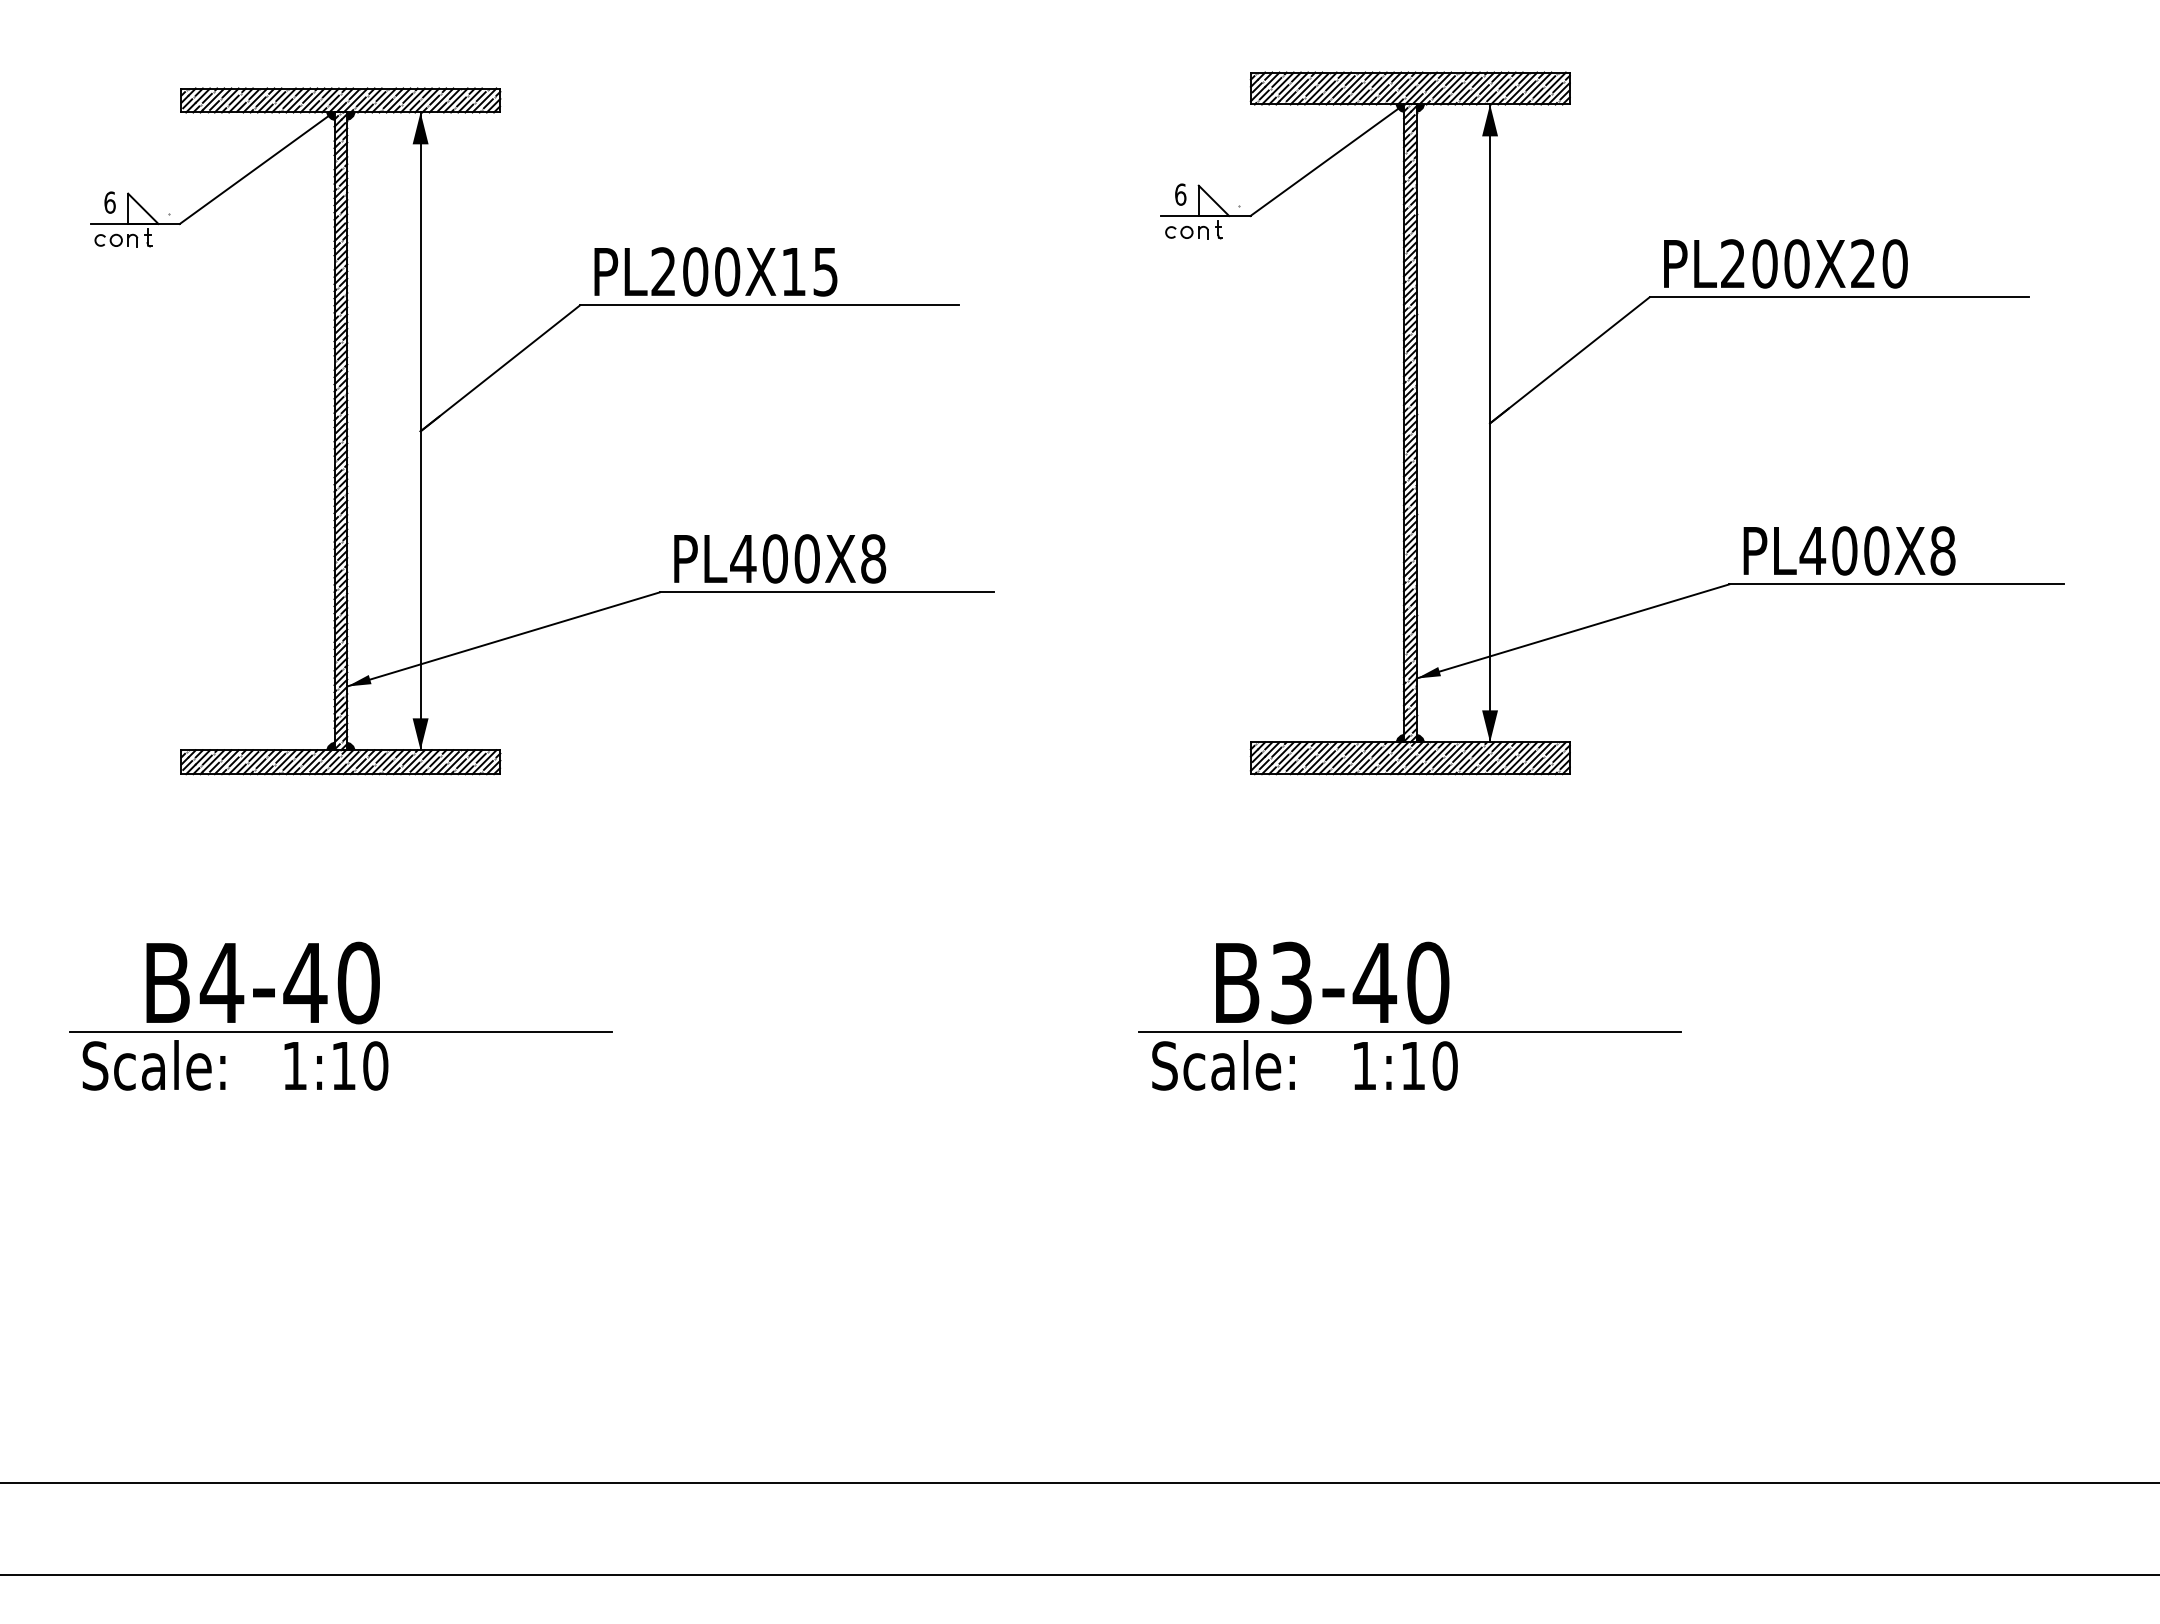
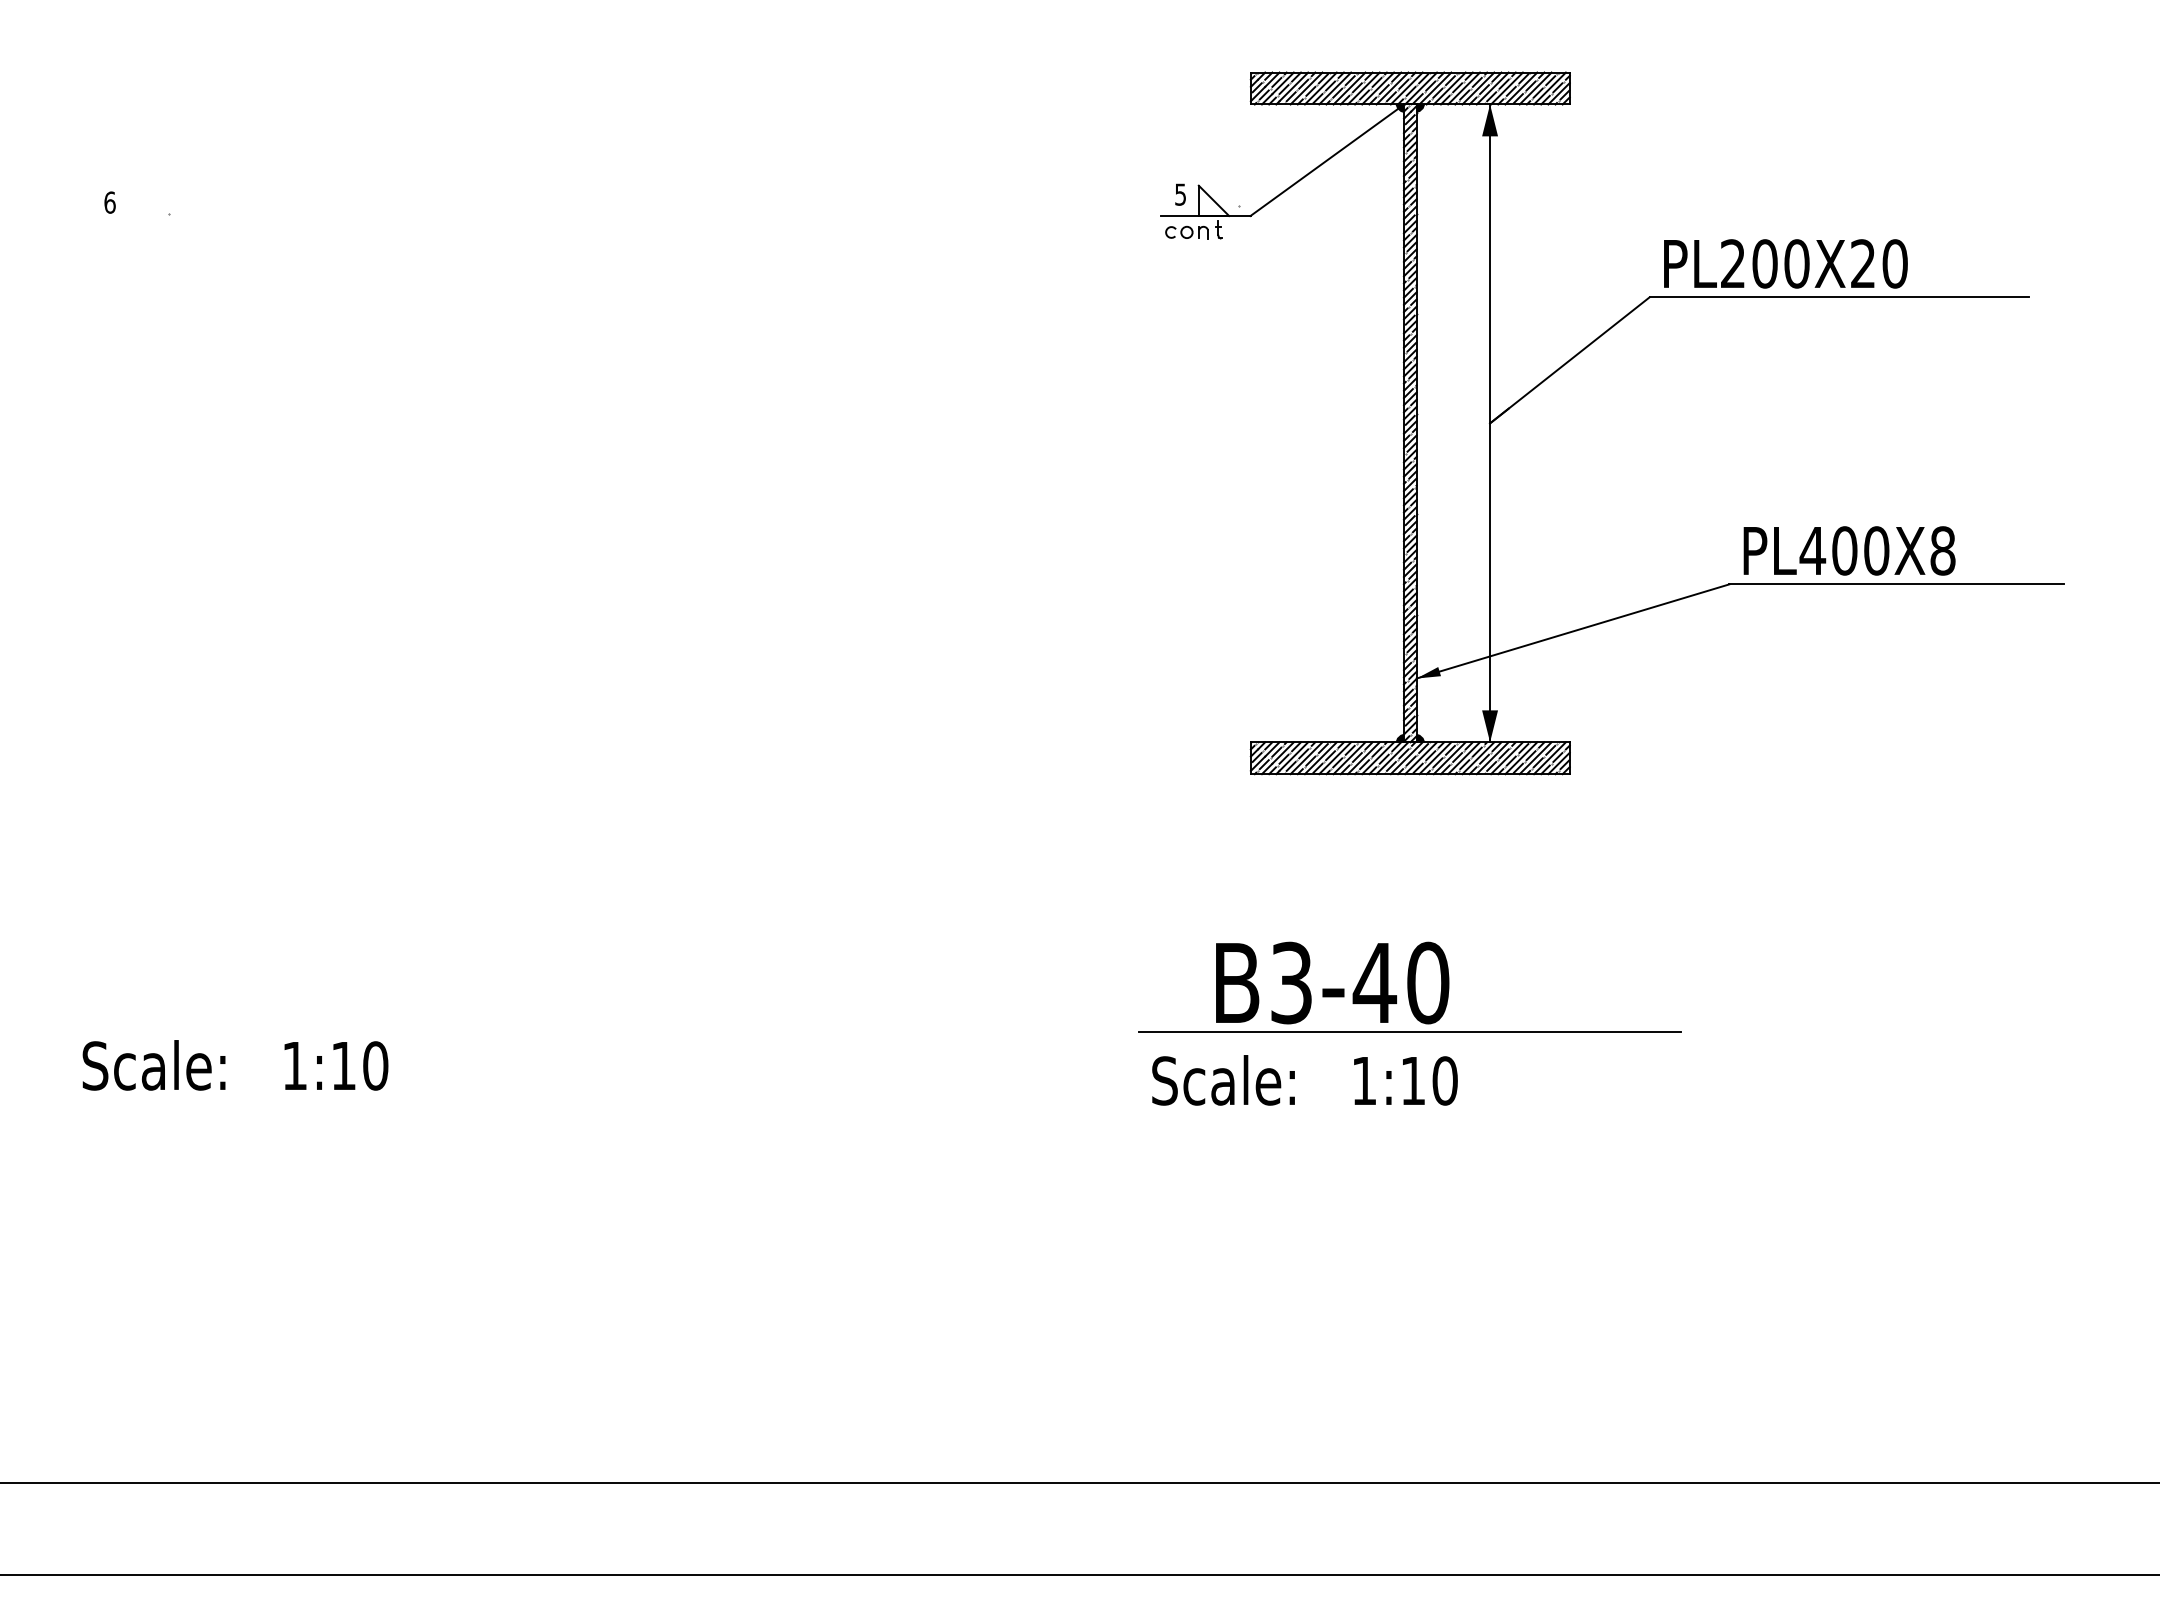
text at (1180, 194): 6 -> 5
part at (498, 371): present -> none
part at (340, 986): present -> none
text at (1304, 1065) position: (1304, 1065) -> (1304, 1080)
